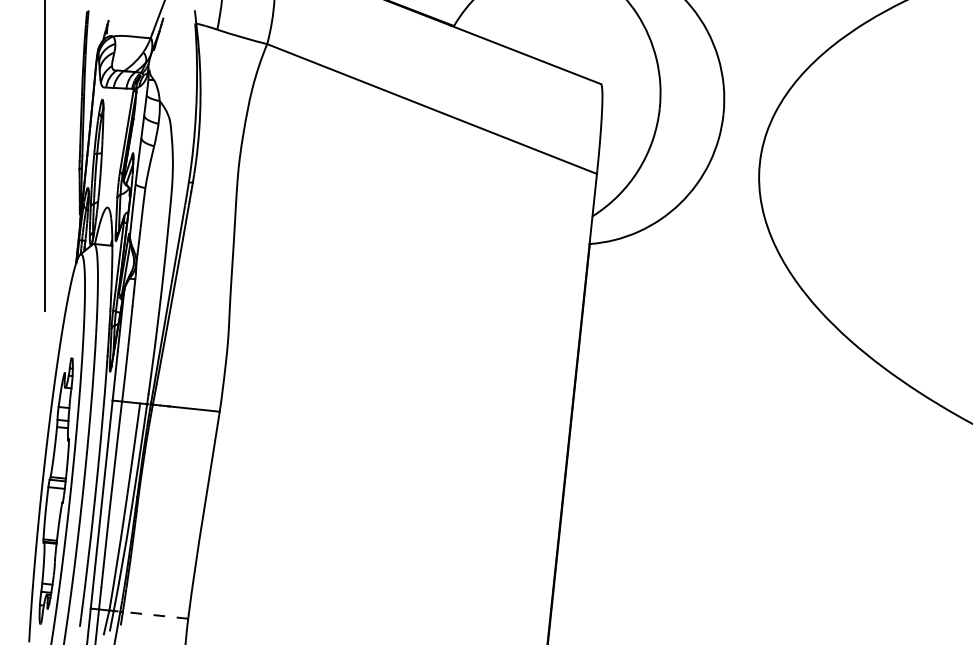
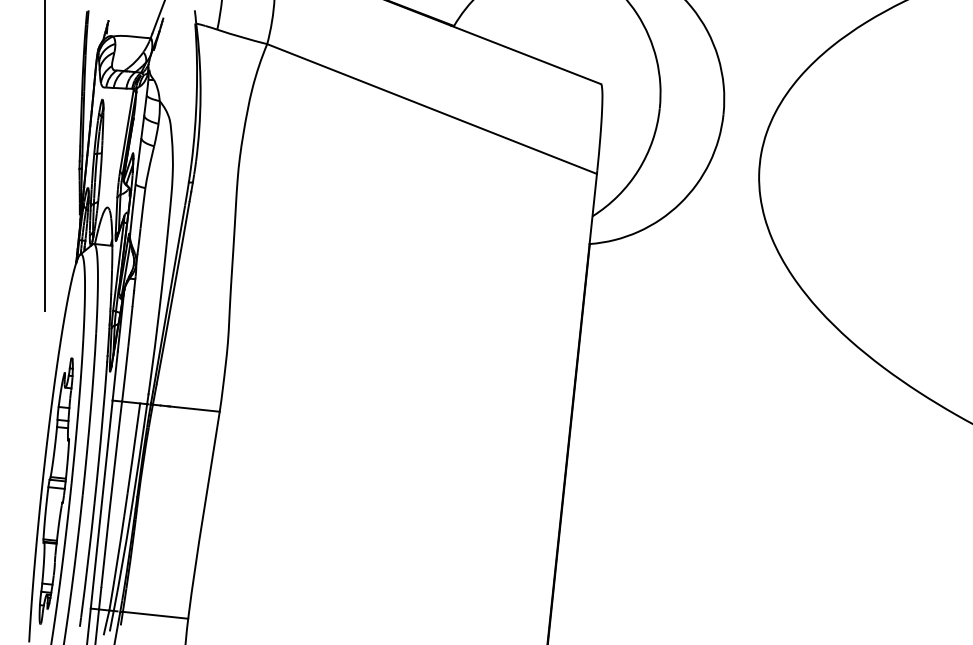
line at (155, 615): dashed -> solid
